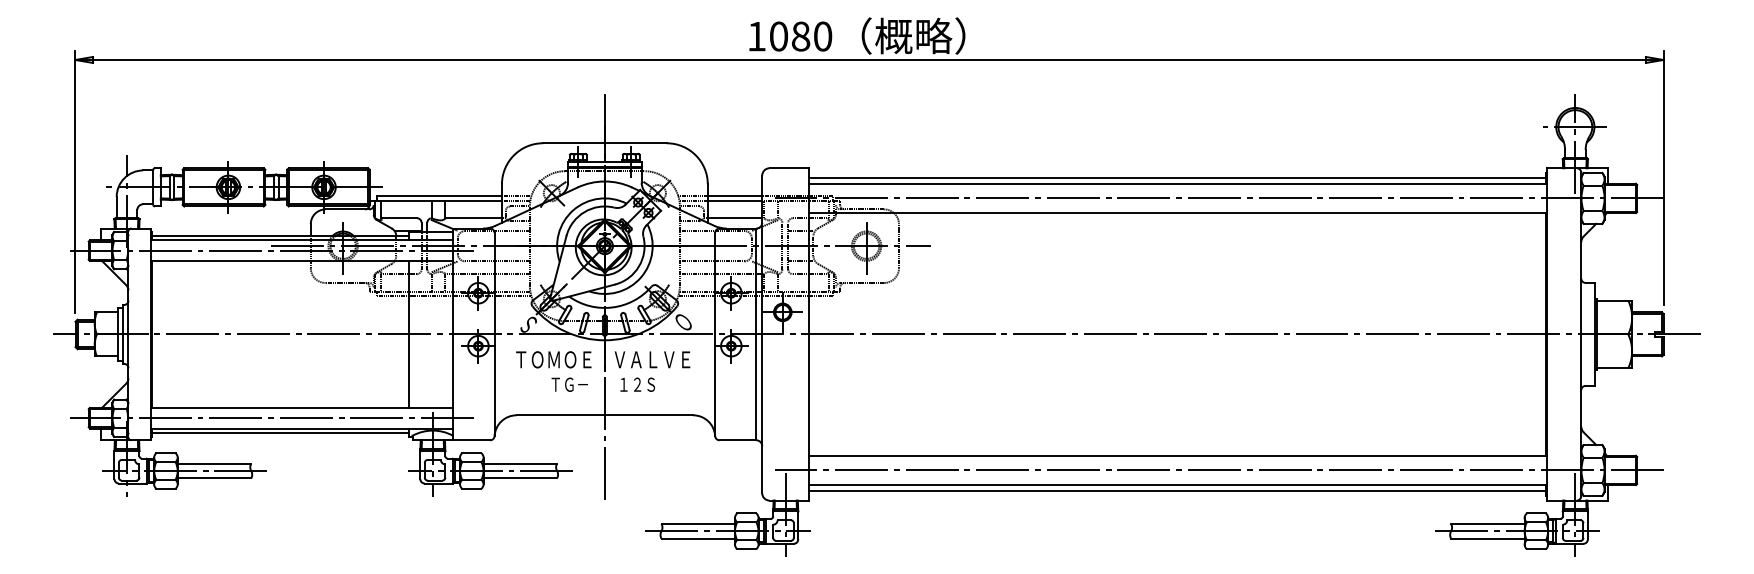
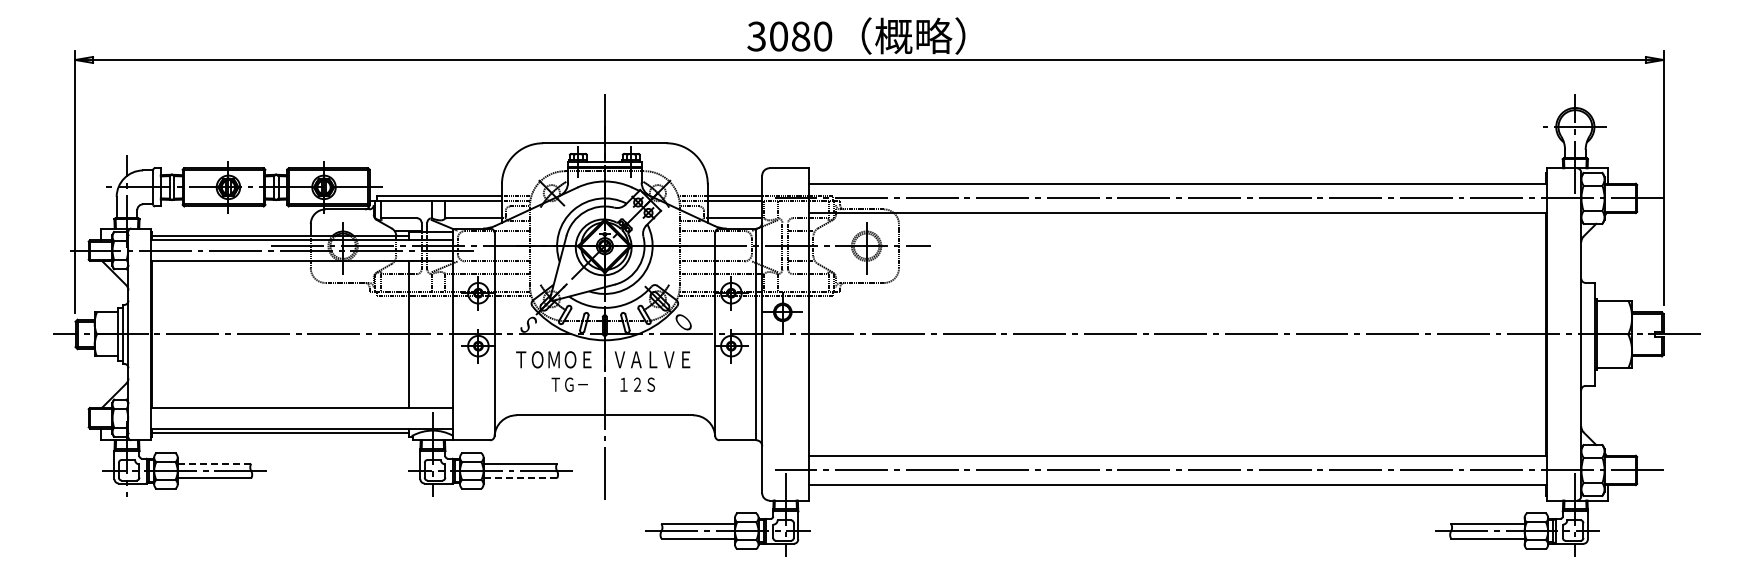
text at (756, 36): 1080 -> 3080
line at (1177, 177): present -> none
line at (271, 418): present -> none
line at (214, 463): solid -> dashed
line at (520, 478): solid -> dashed
line at (1177, 491): present -> none
